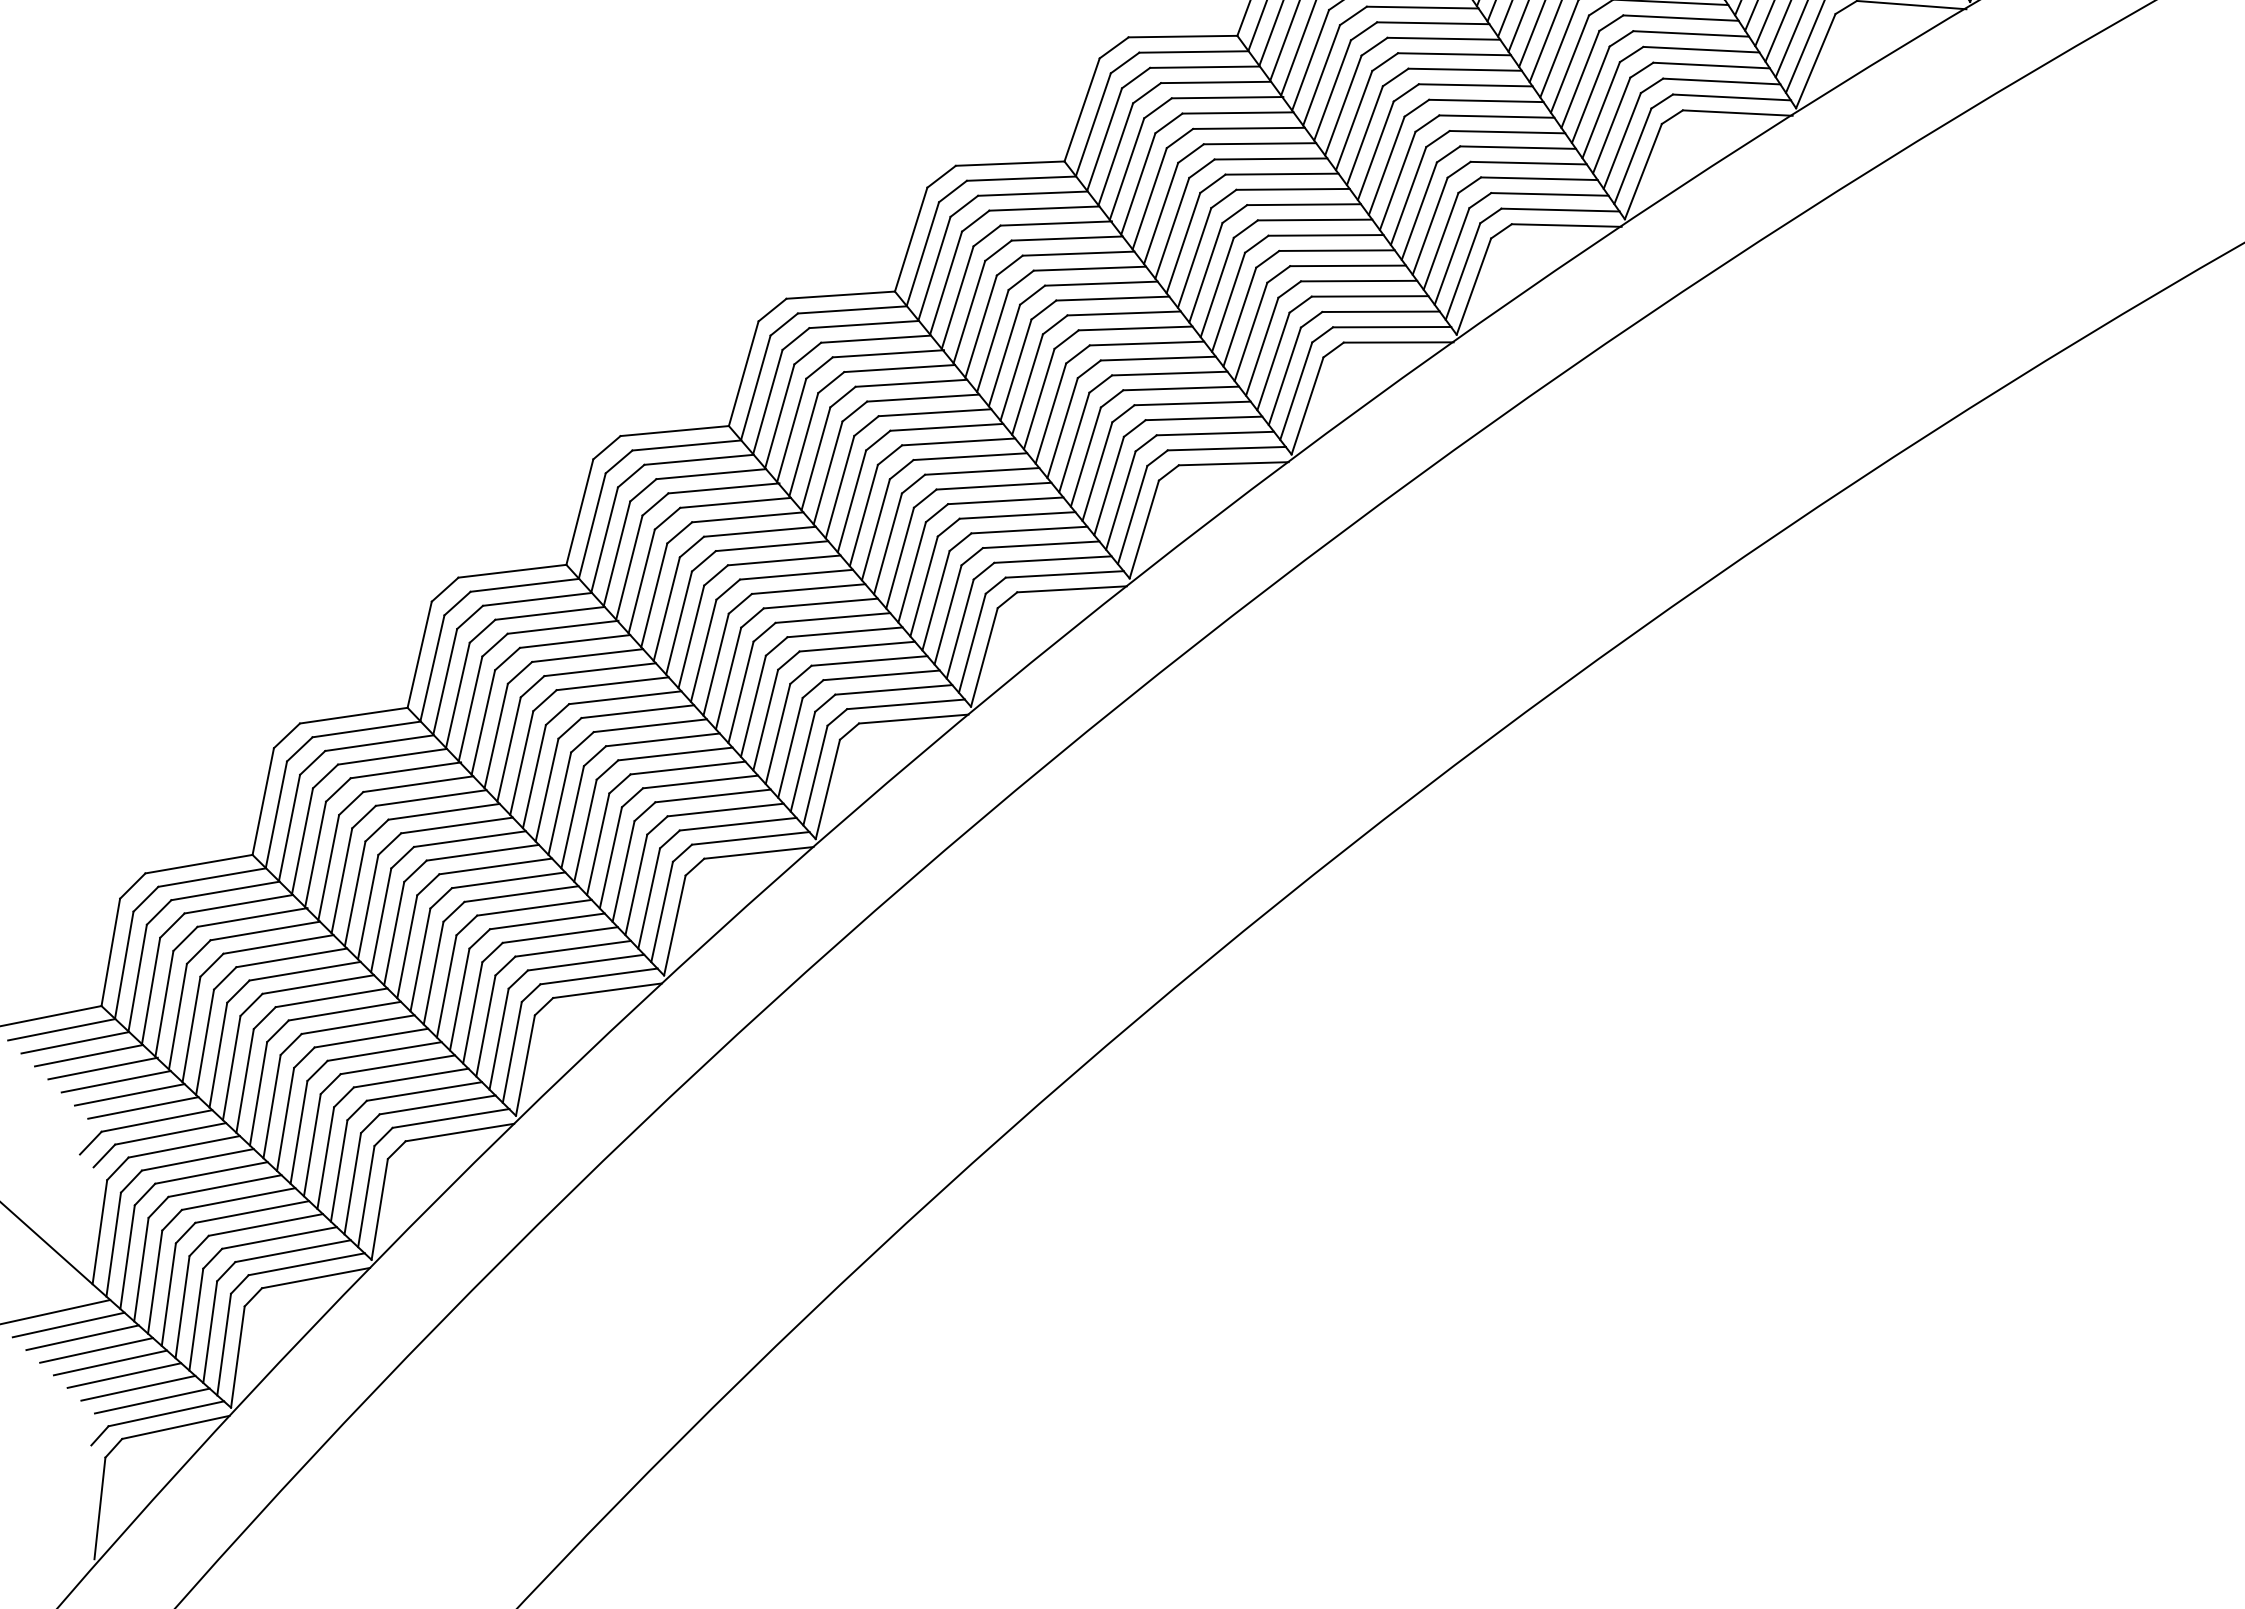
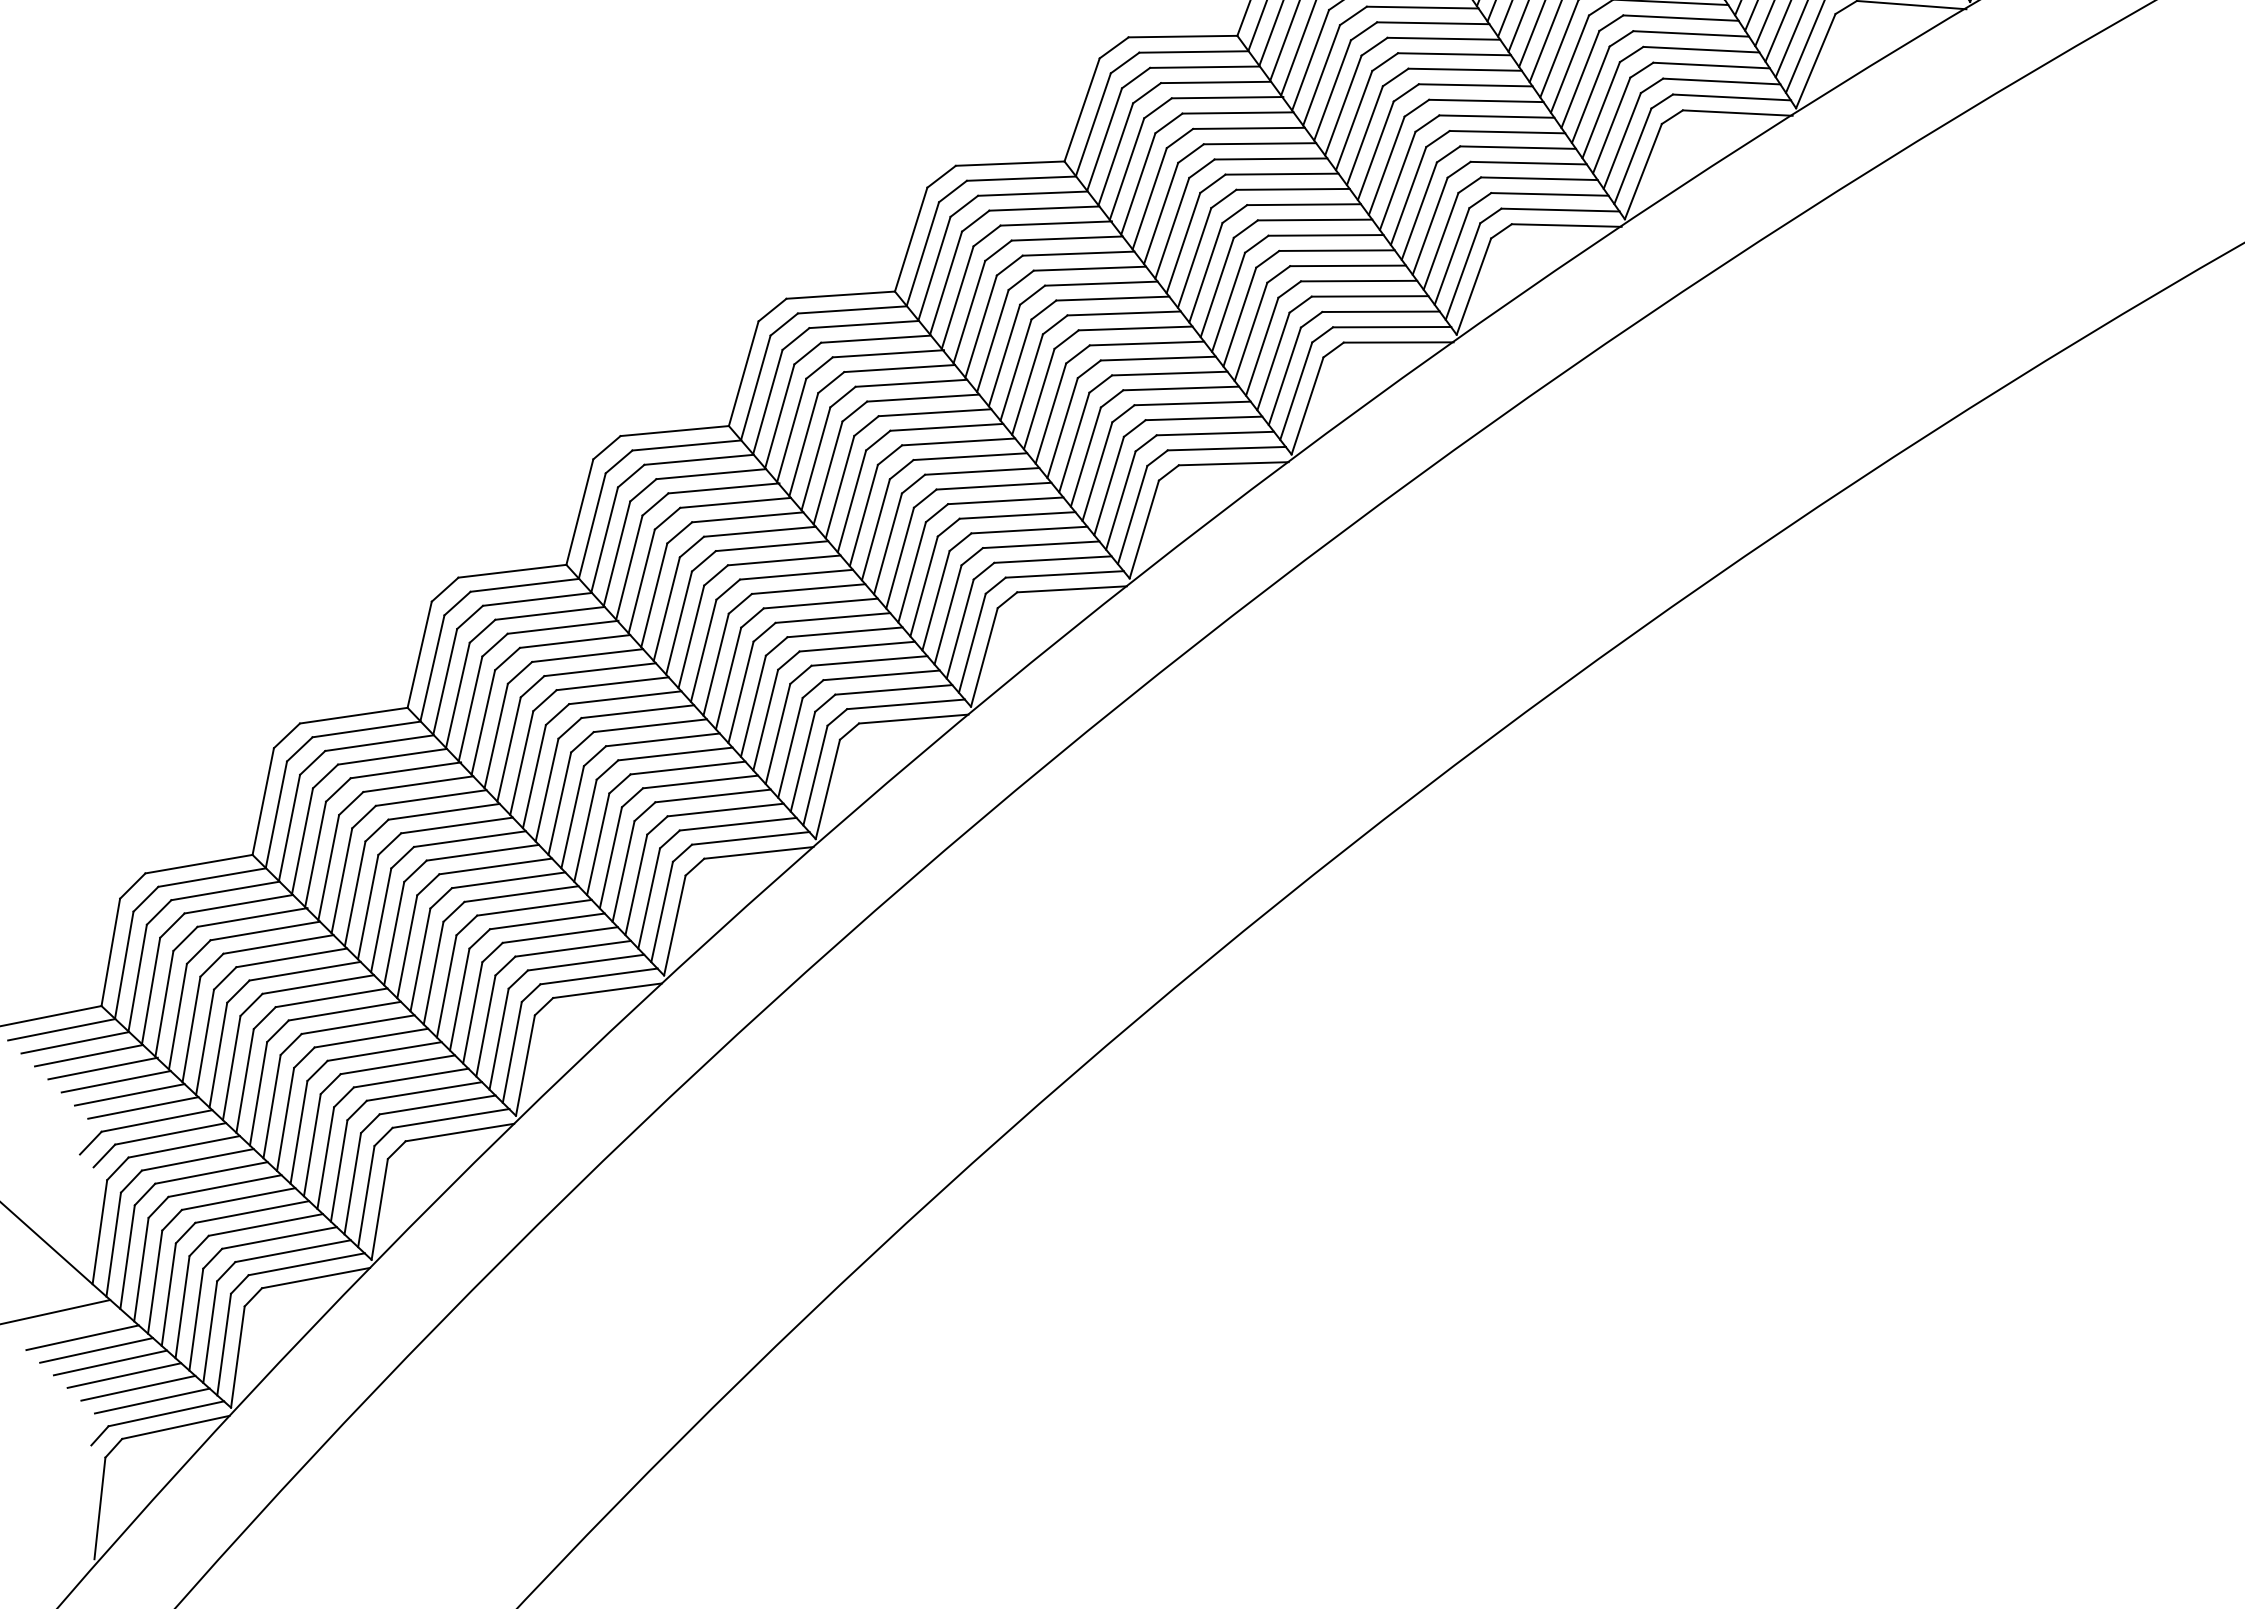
line at (68, 1324): present -> none
